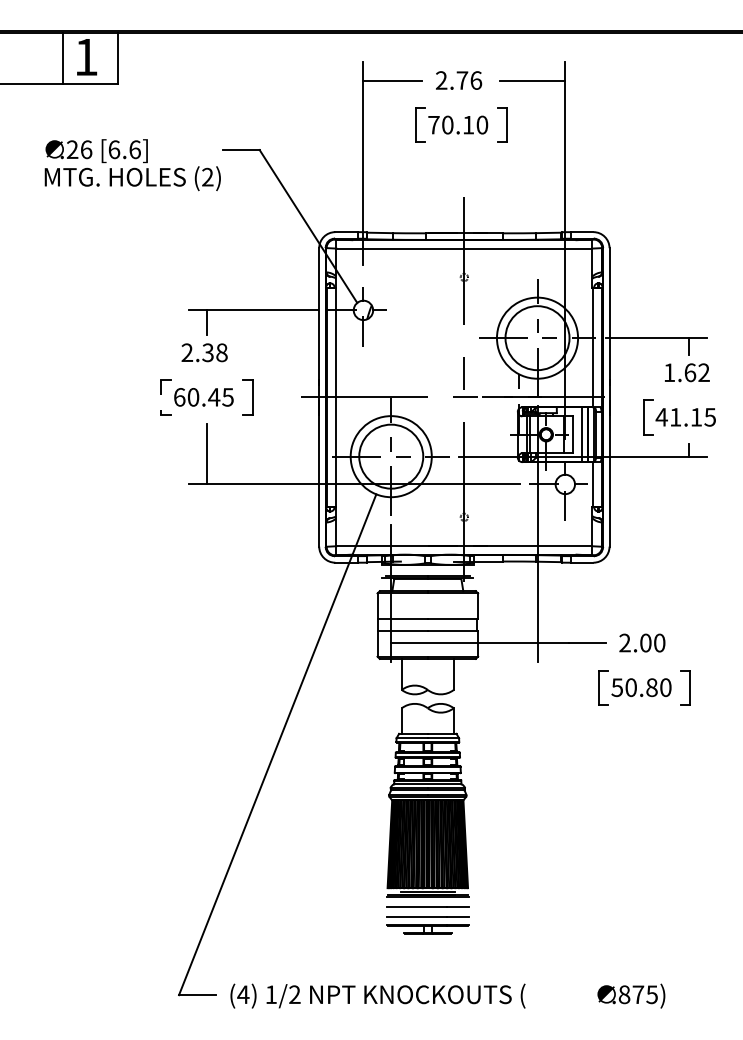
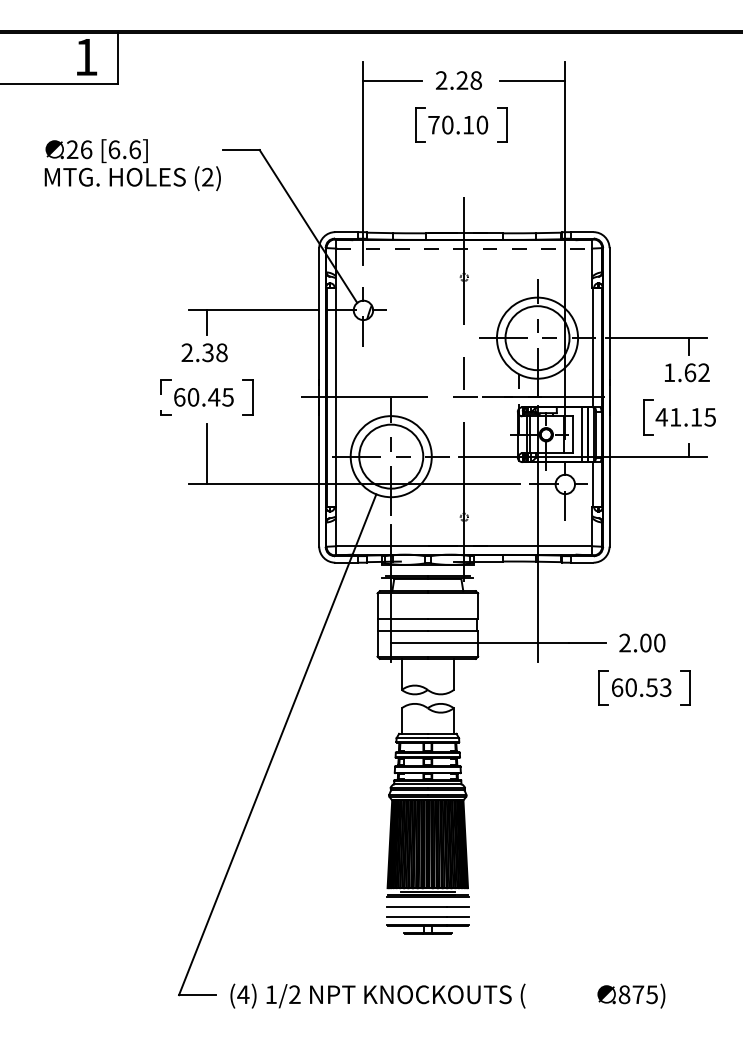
line at (63, 57): present -> none
text at (469, 80): 2.76 -> 2.28
line at (464, 248): solid -> dashed
text at (641, 687): 50.80 -> 60.53
